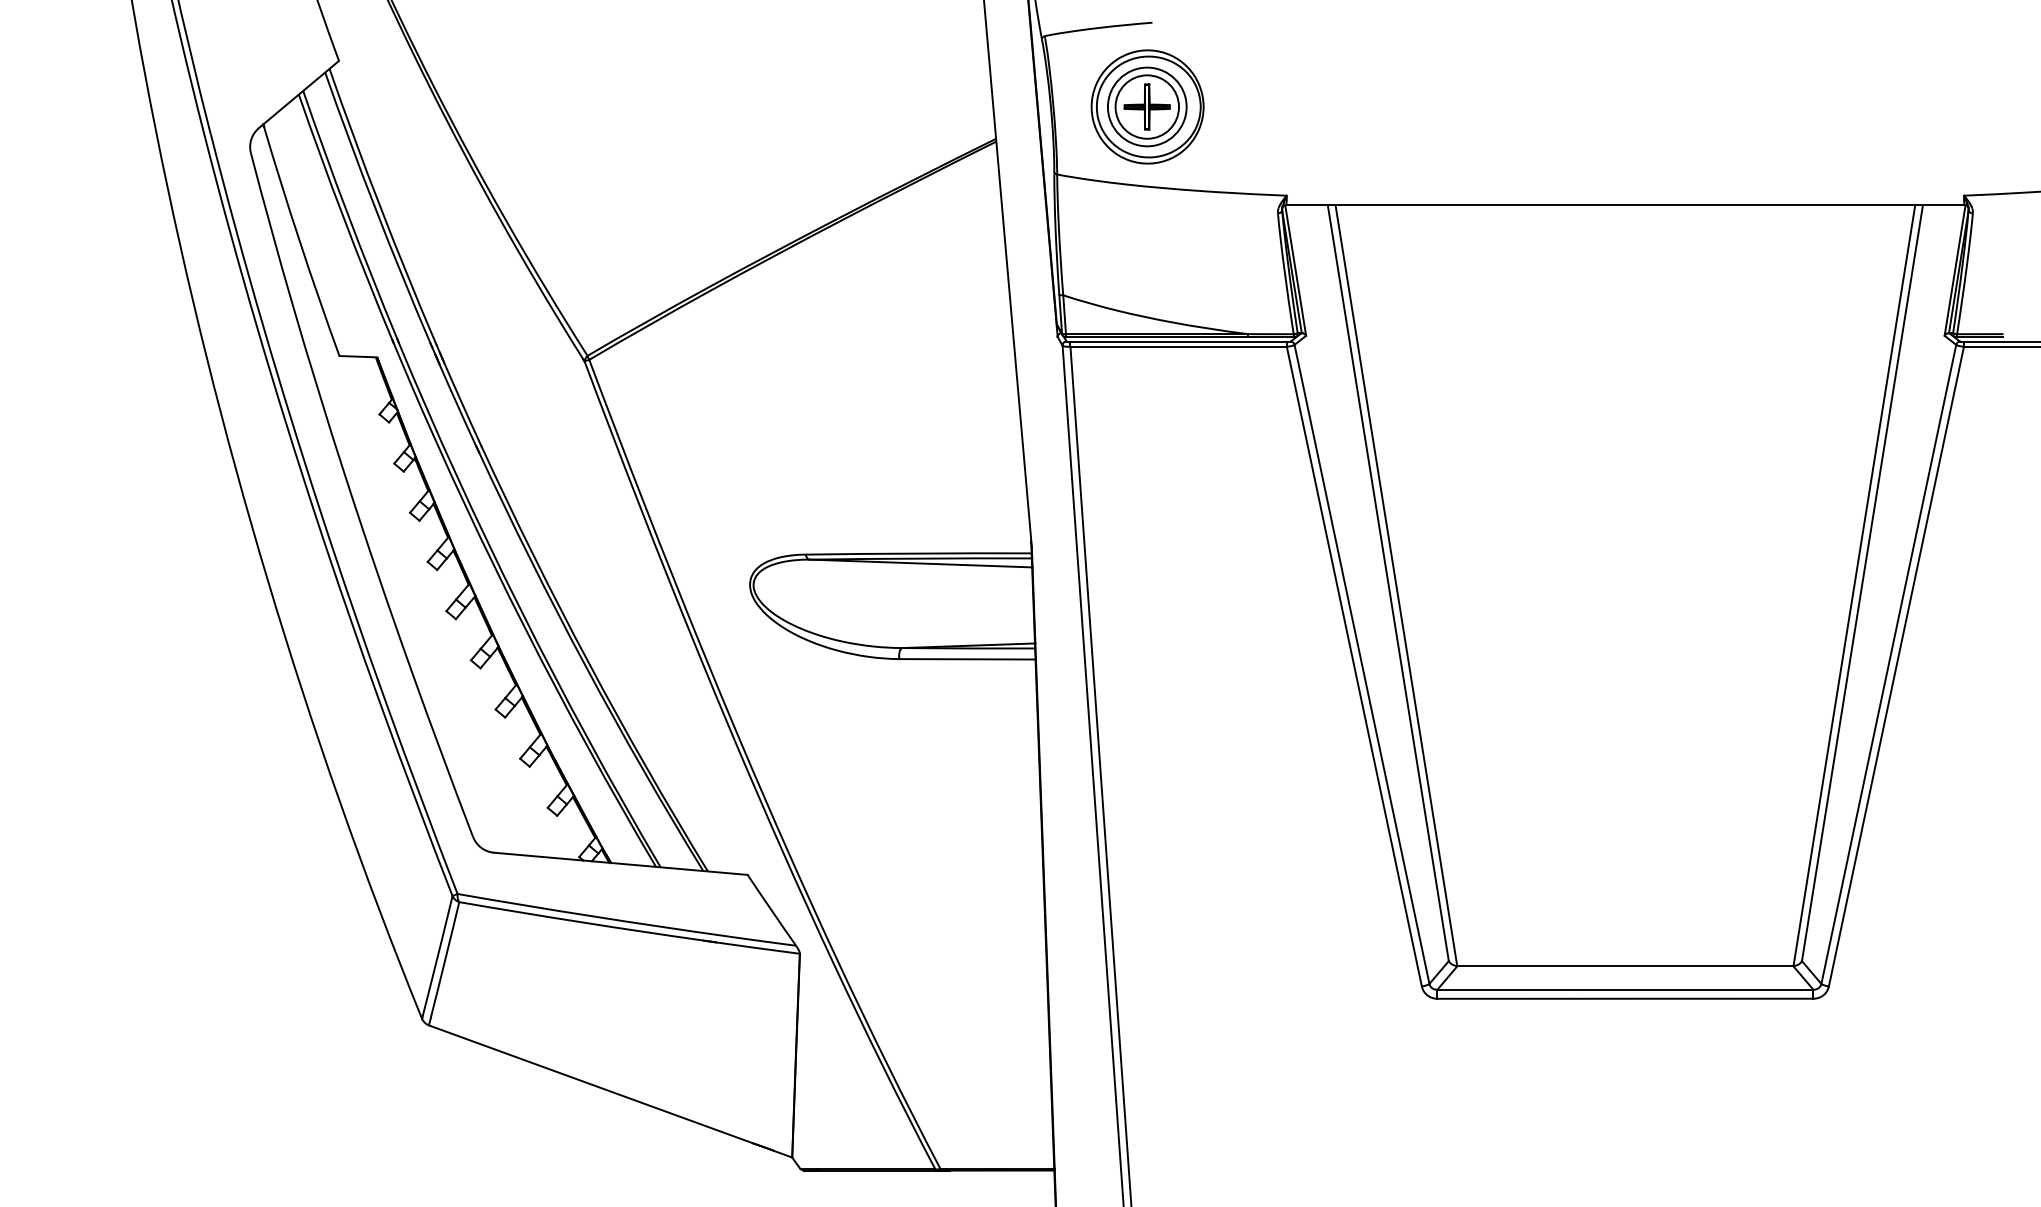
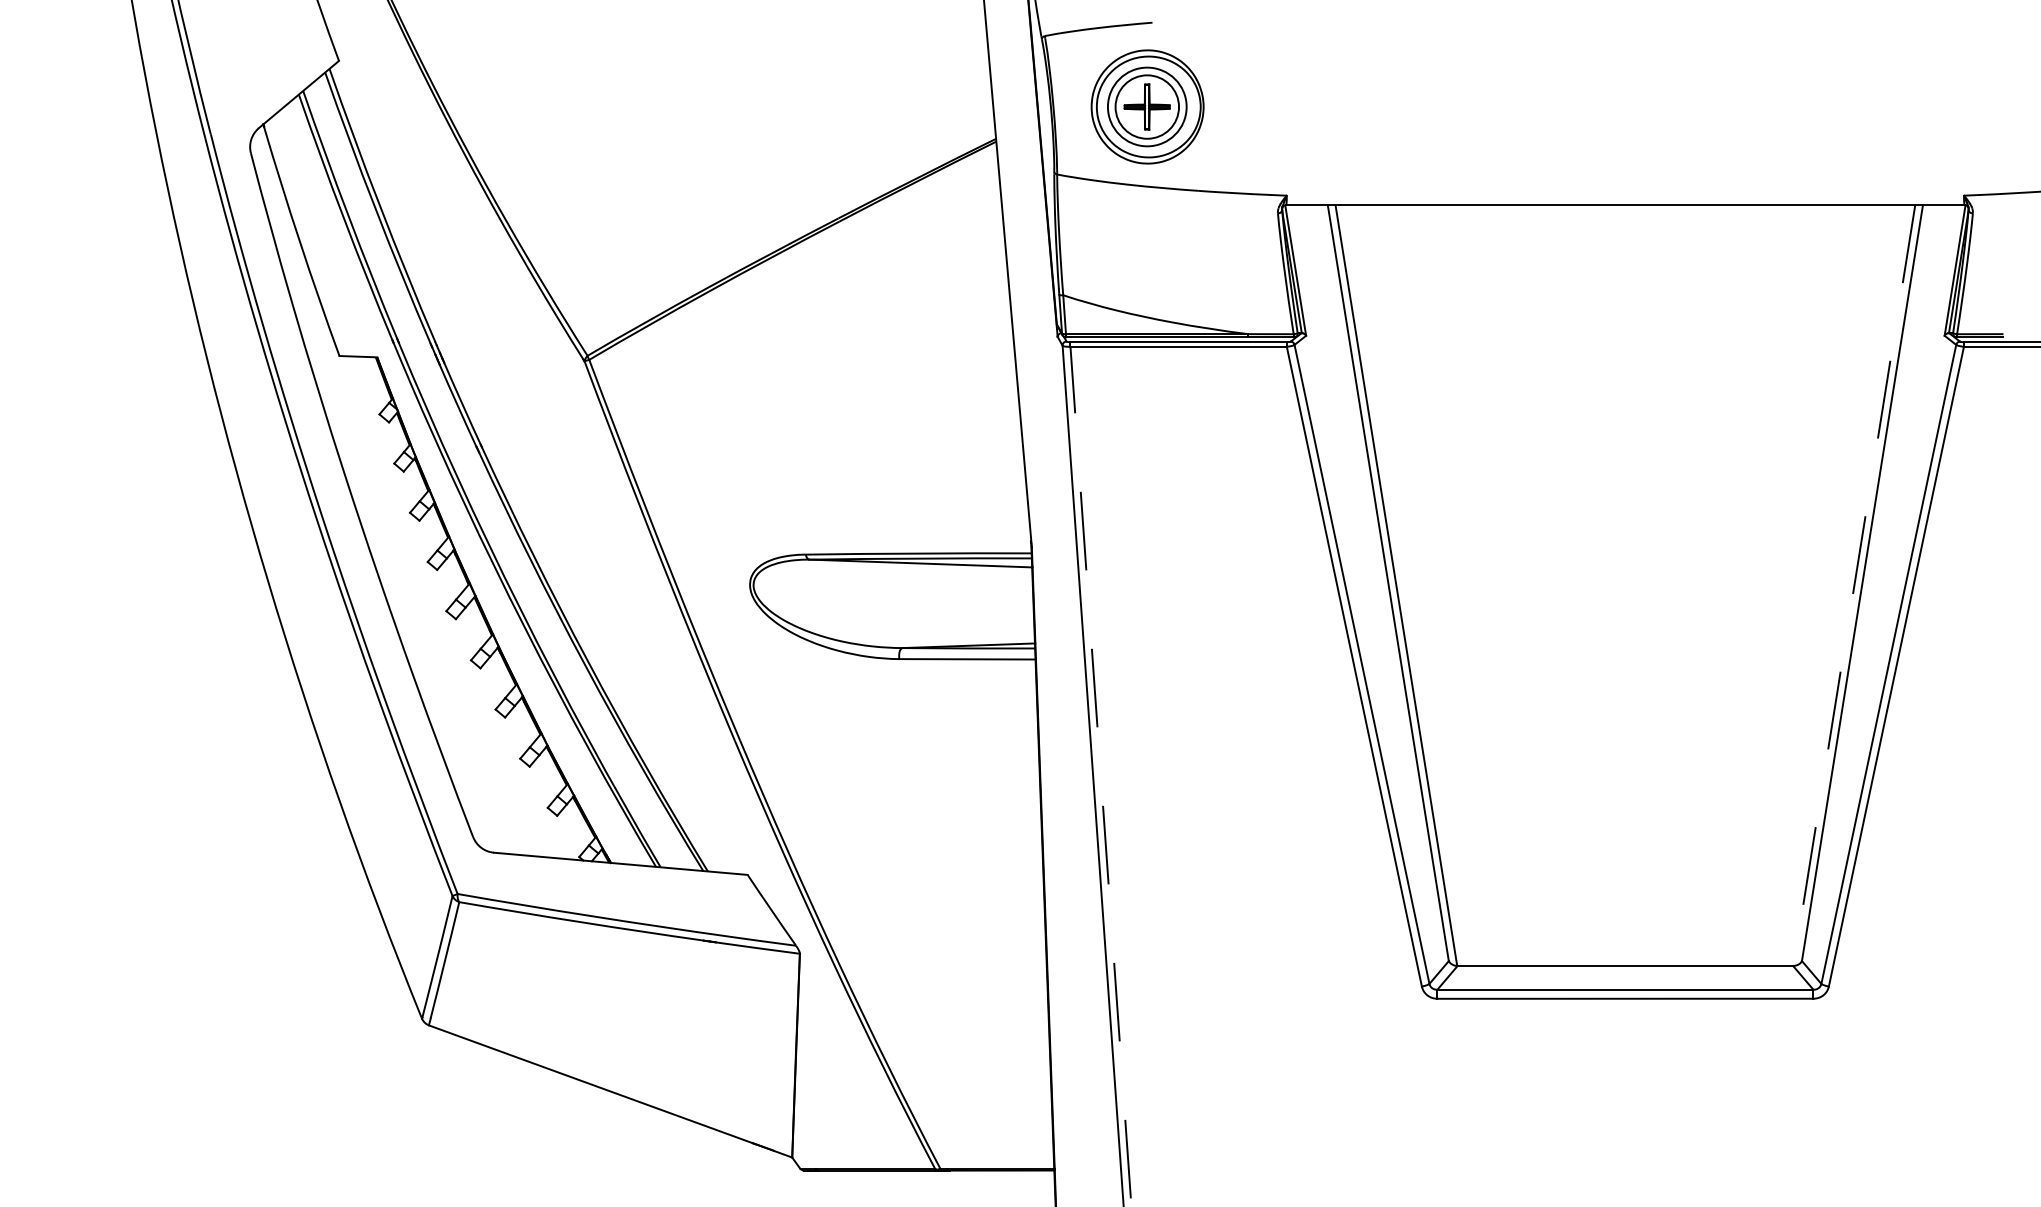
line at (1854, 586): solid -> dashed
line at (1100, 776): solid -> dashed
